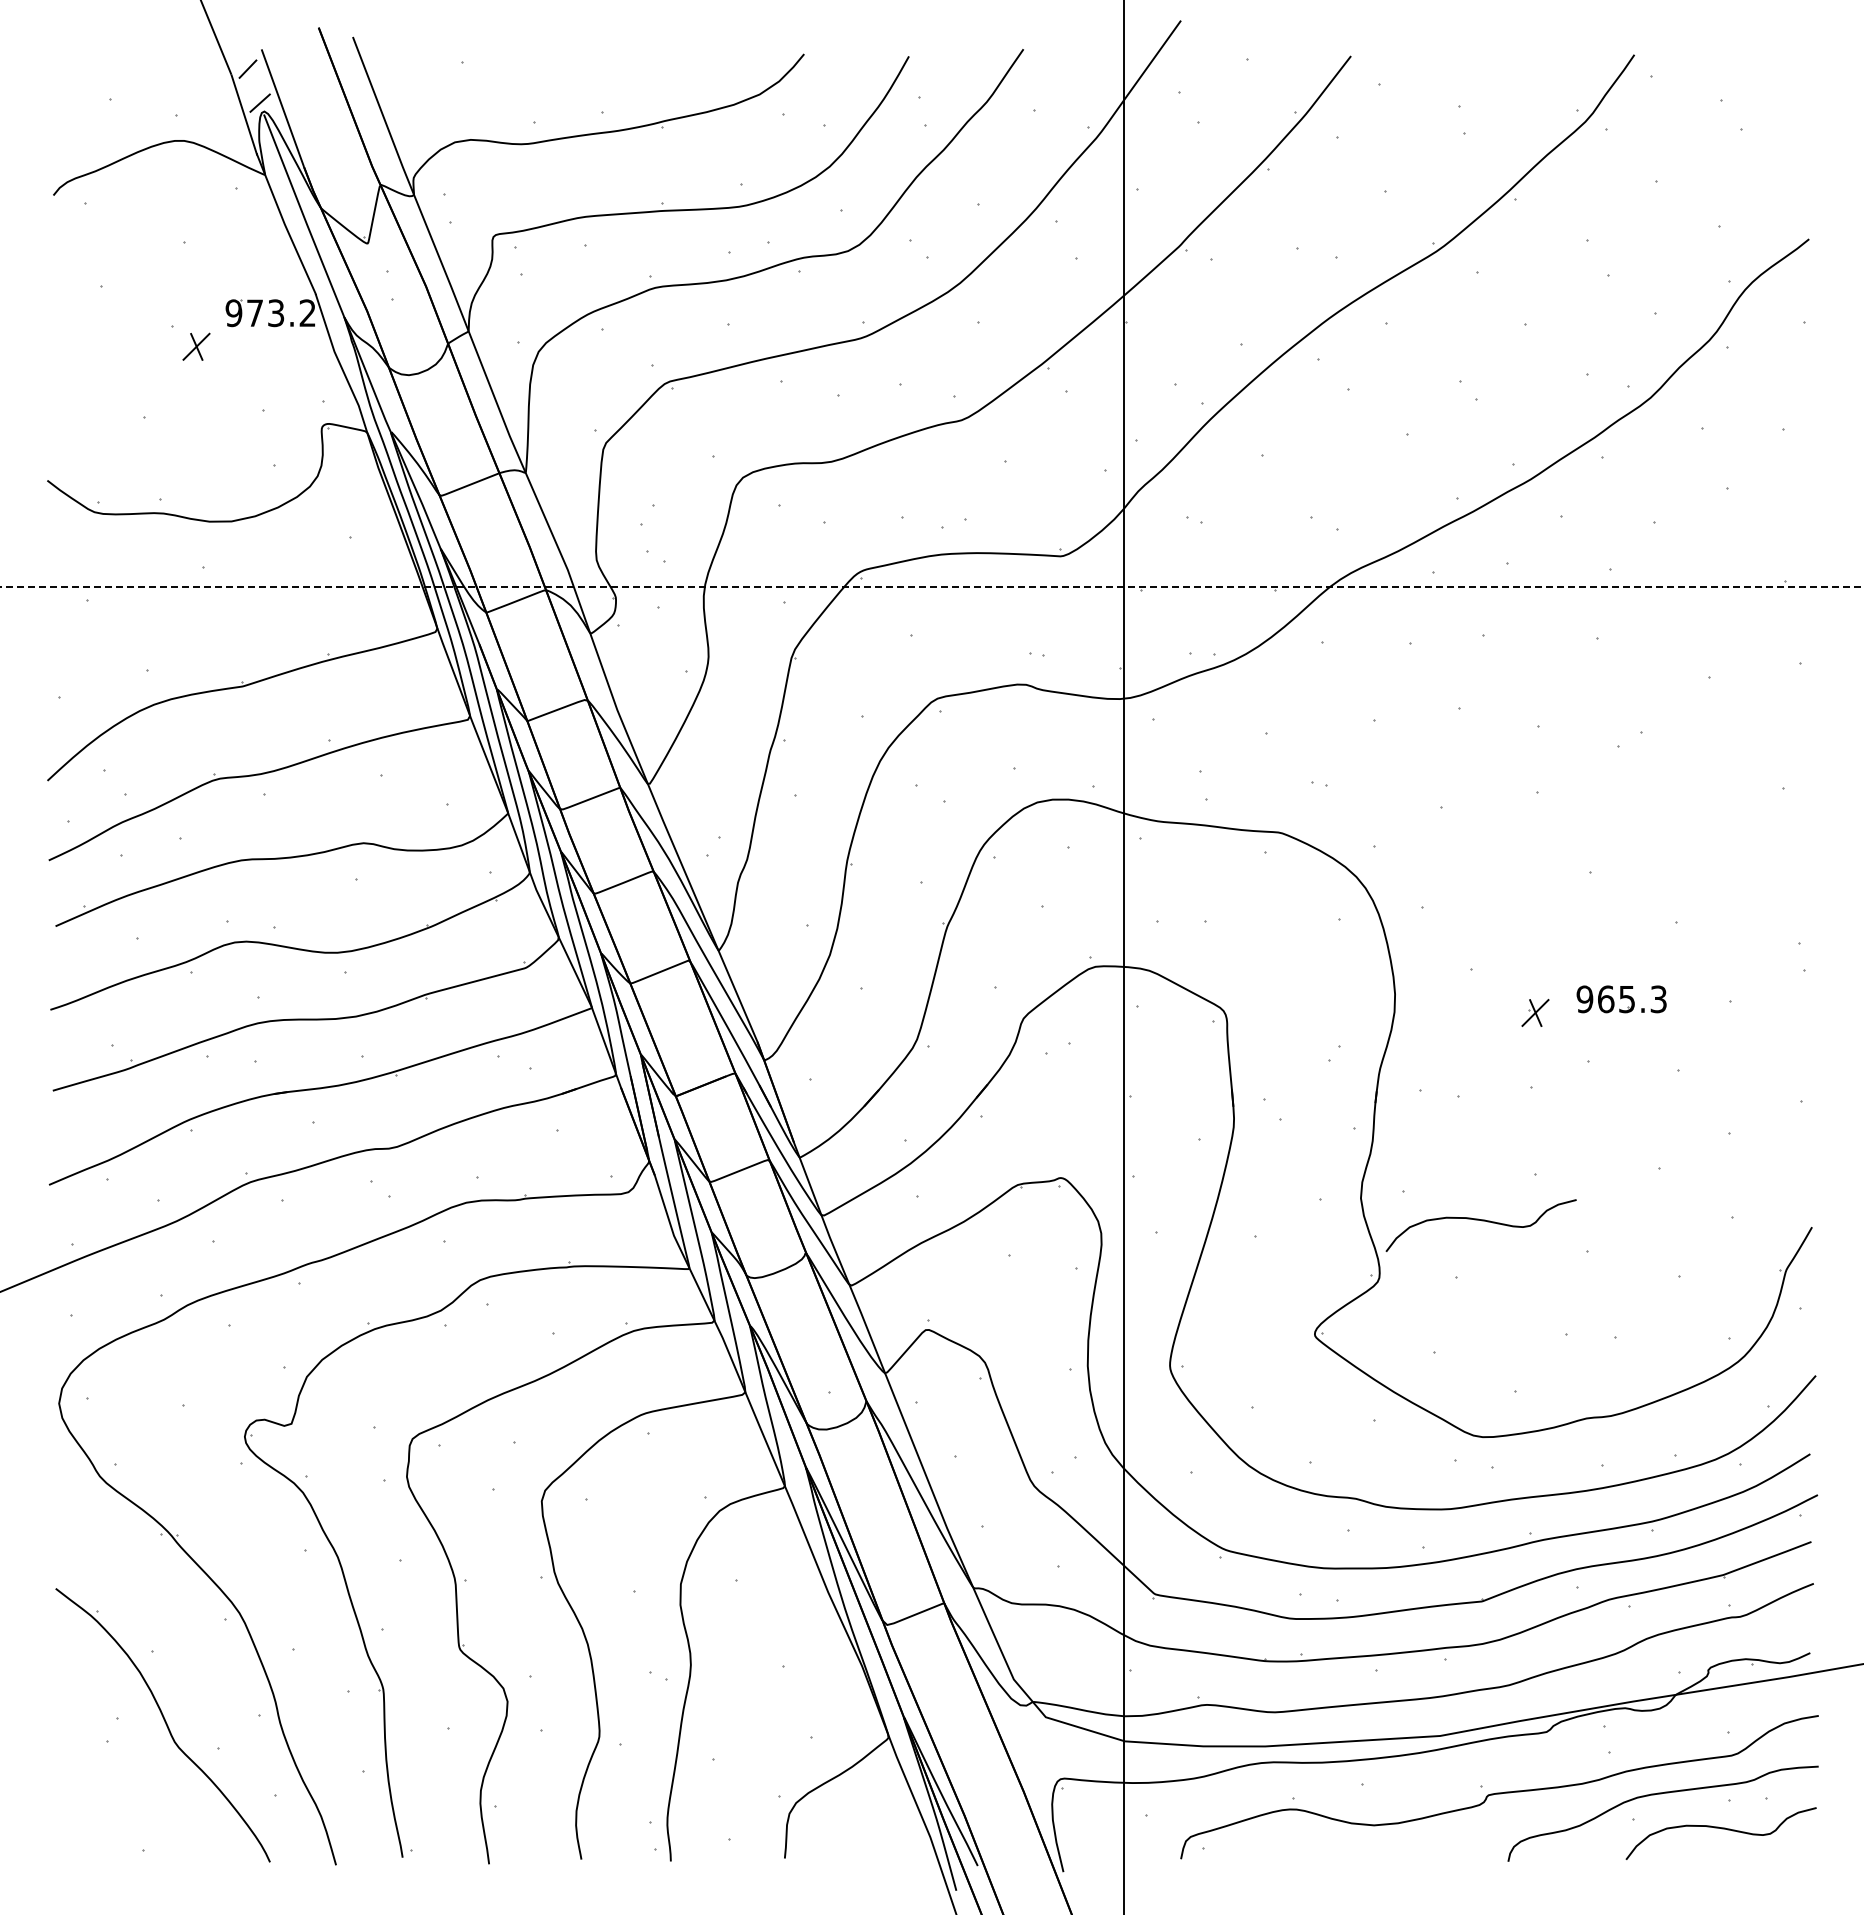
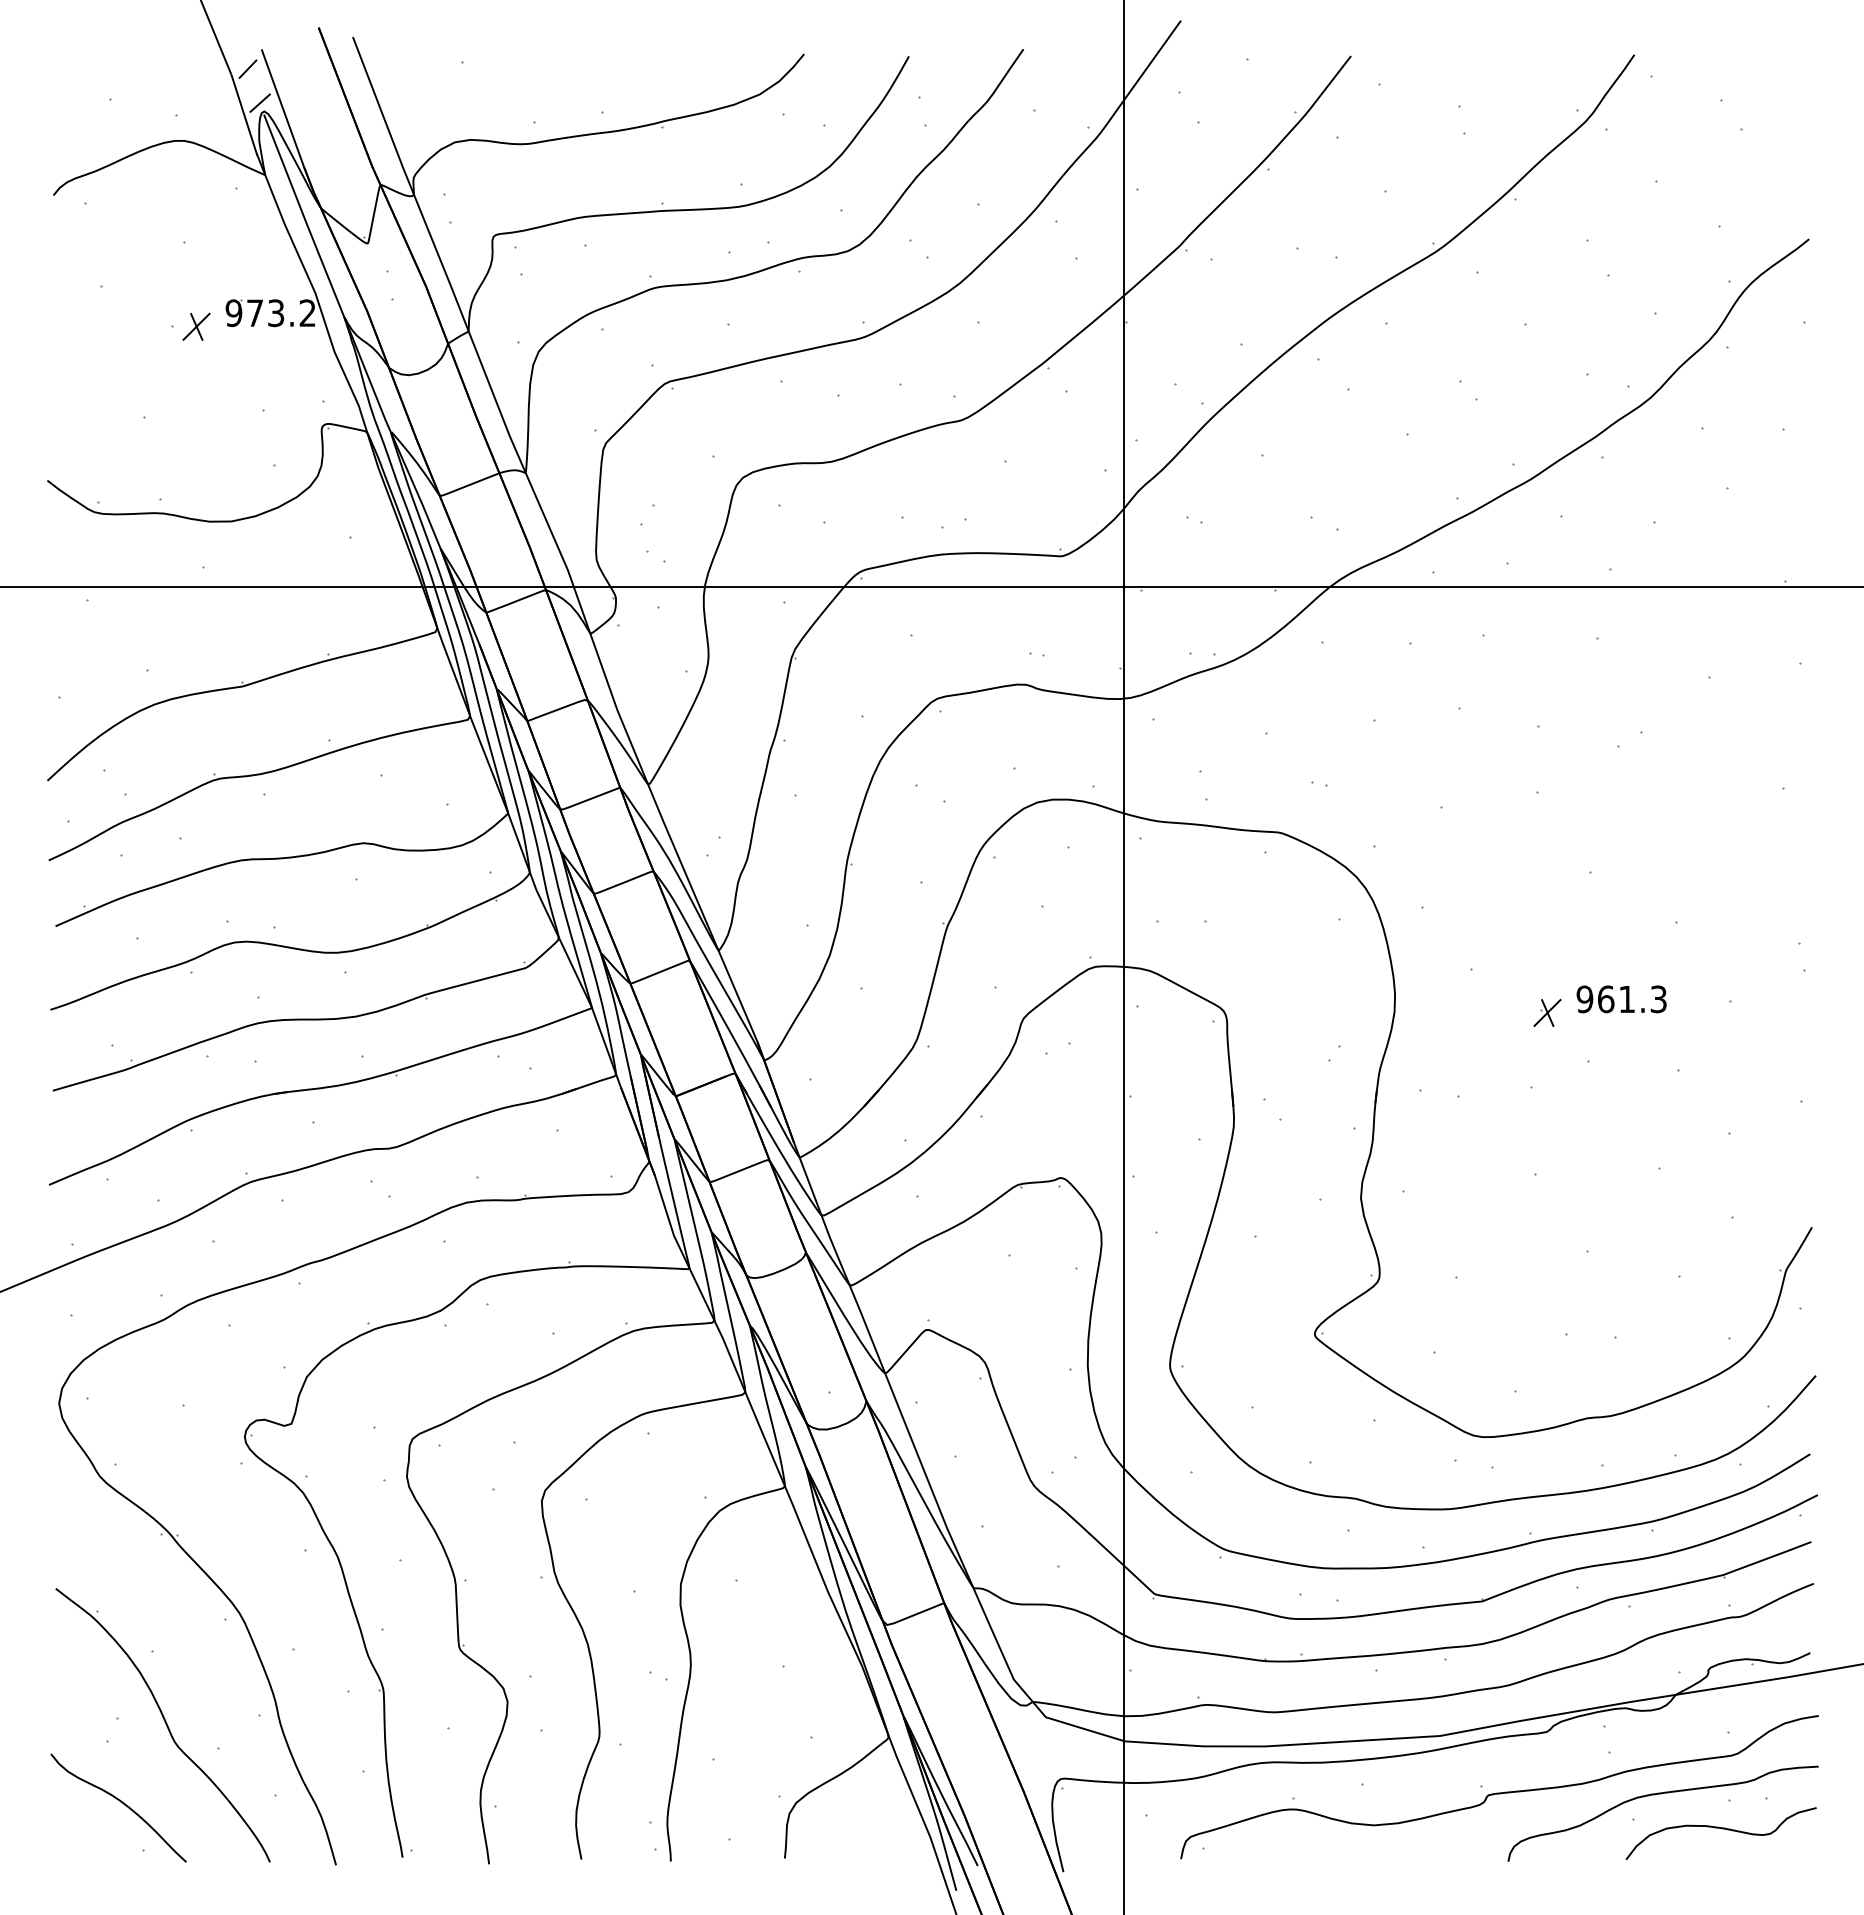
part at (196, 346) position: (196, 346) -> (196, 326)
line at (932, 586): dashed -> solid
text at (1626, 999): 965.3 -> 961.3
part at (1535, 1012) position: (1535, 1012) -> (1547, 1012)
curve at (1481, 1221): present -> none
curve at (120, 1802): none -> present
